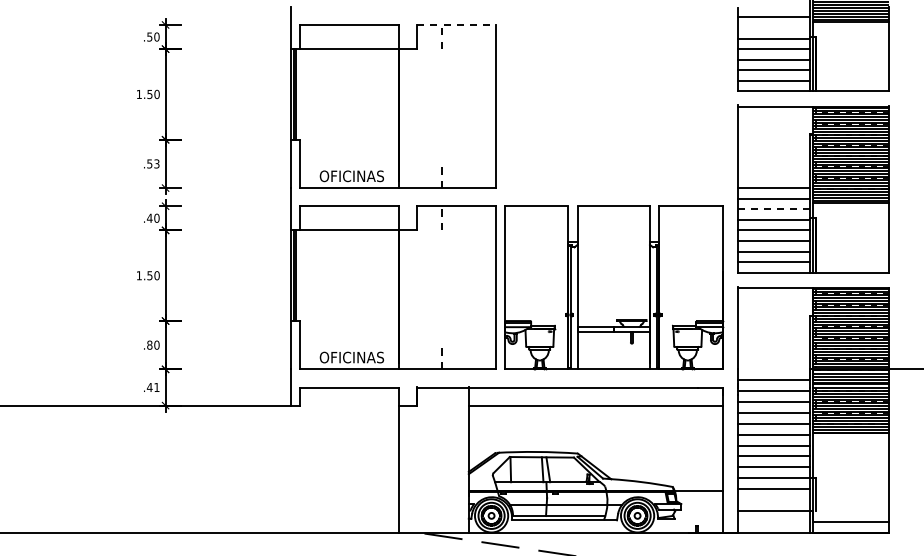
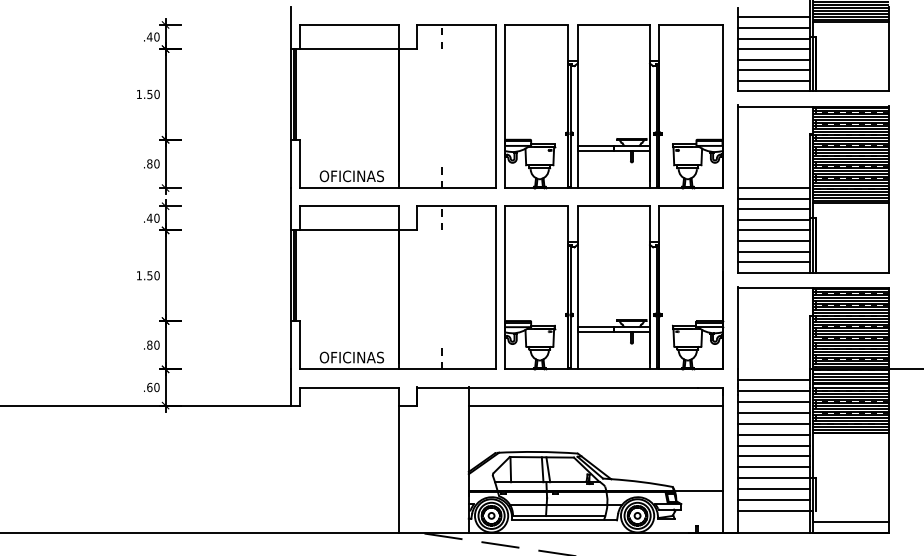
line at (457, 24): dashed -> solid
line at (773, 28): none -> present
text at (149, 36): .50 -> .40
part at (613, 106): none -> present
text at (153, 163): .53 -> .80
line at (774, 209): dashed -> solid
text at (152, 387): .41 -> .60
line at (773, 499): none -> present
